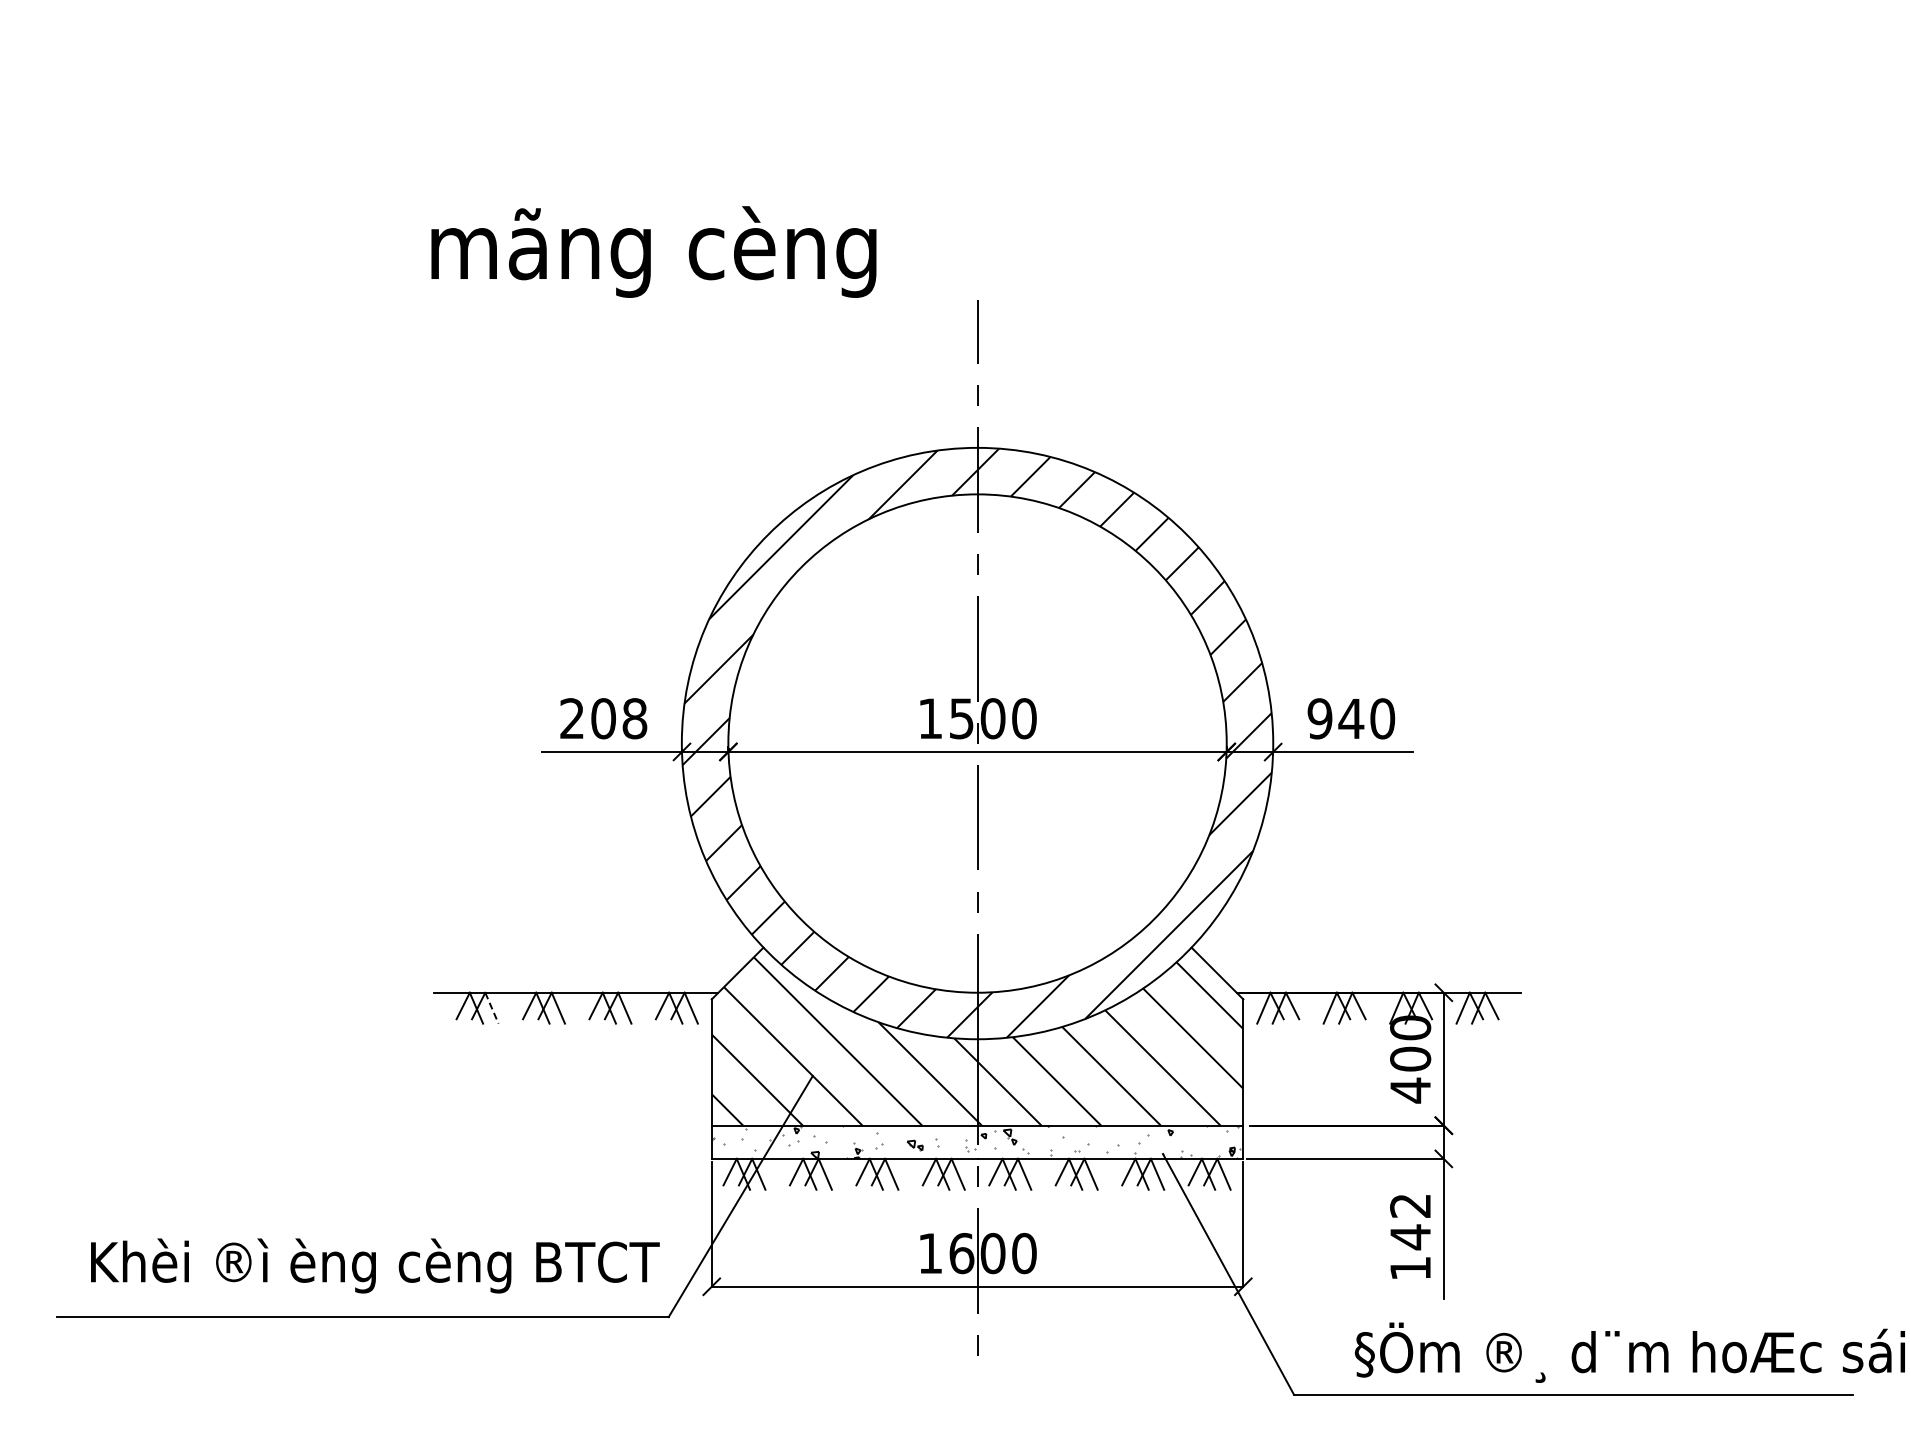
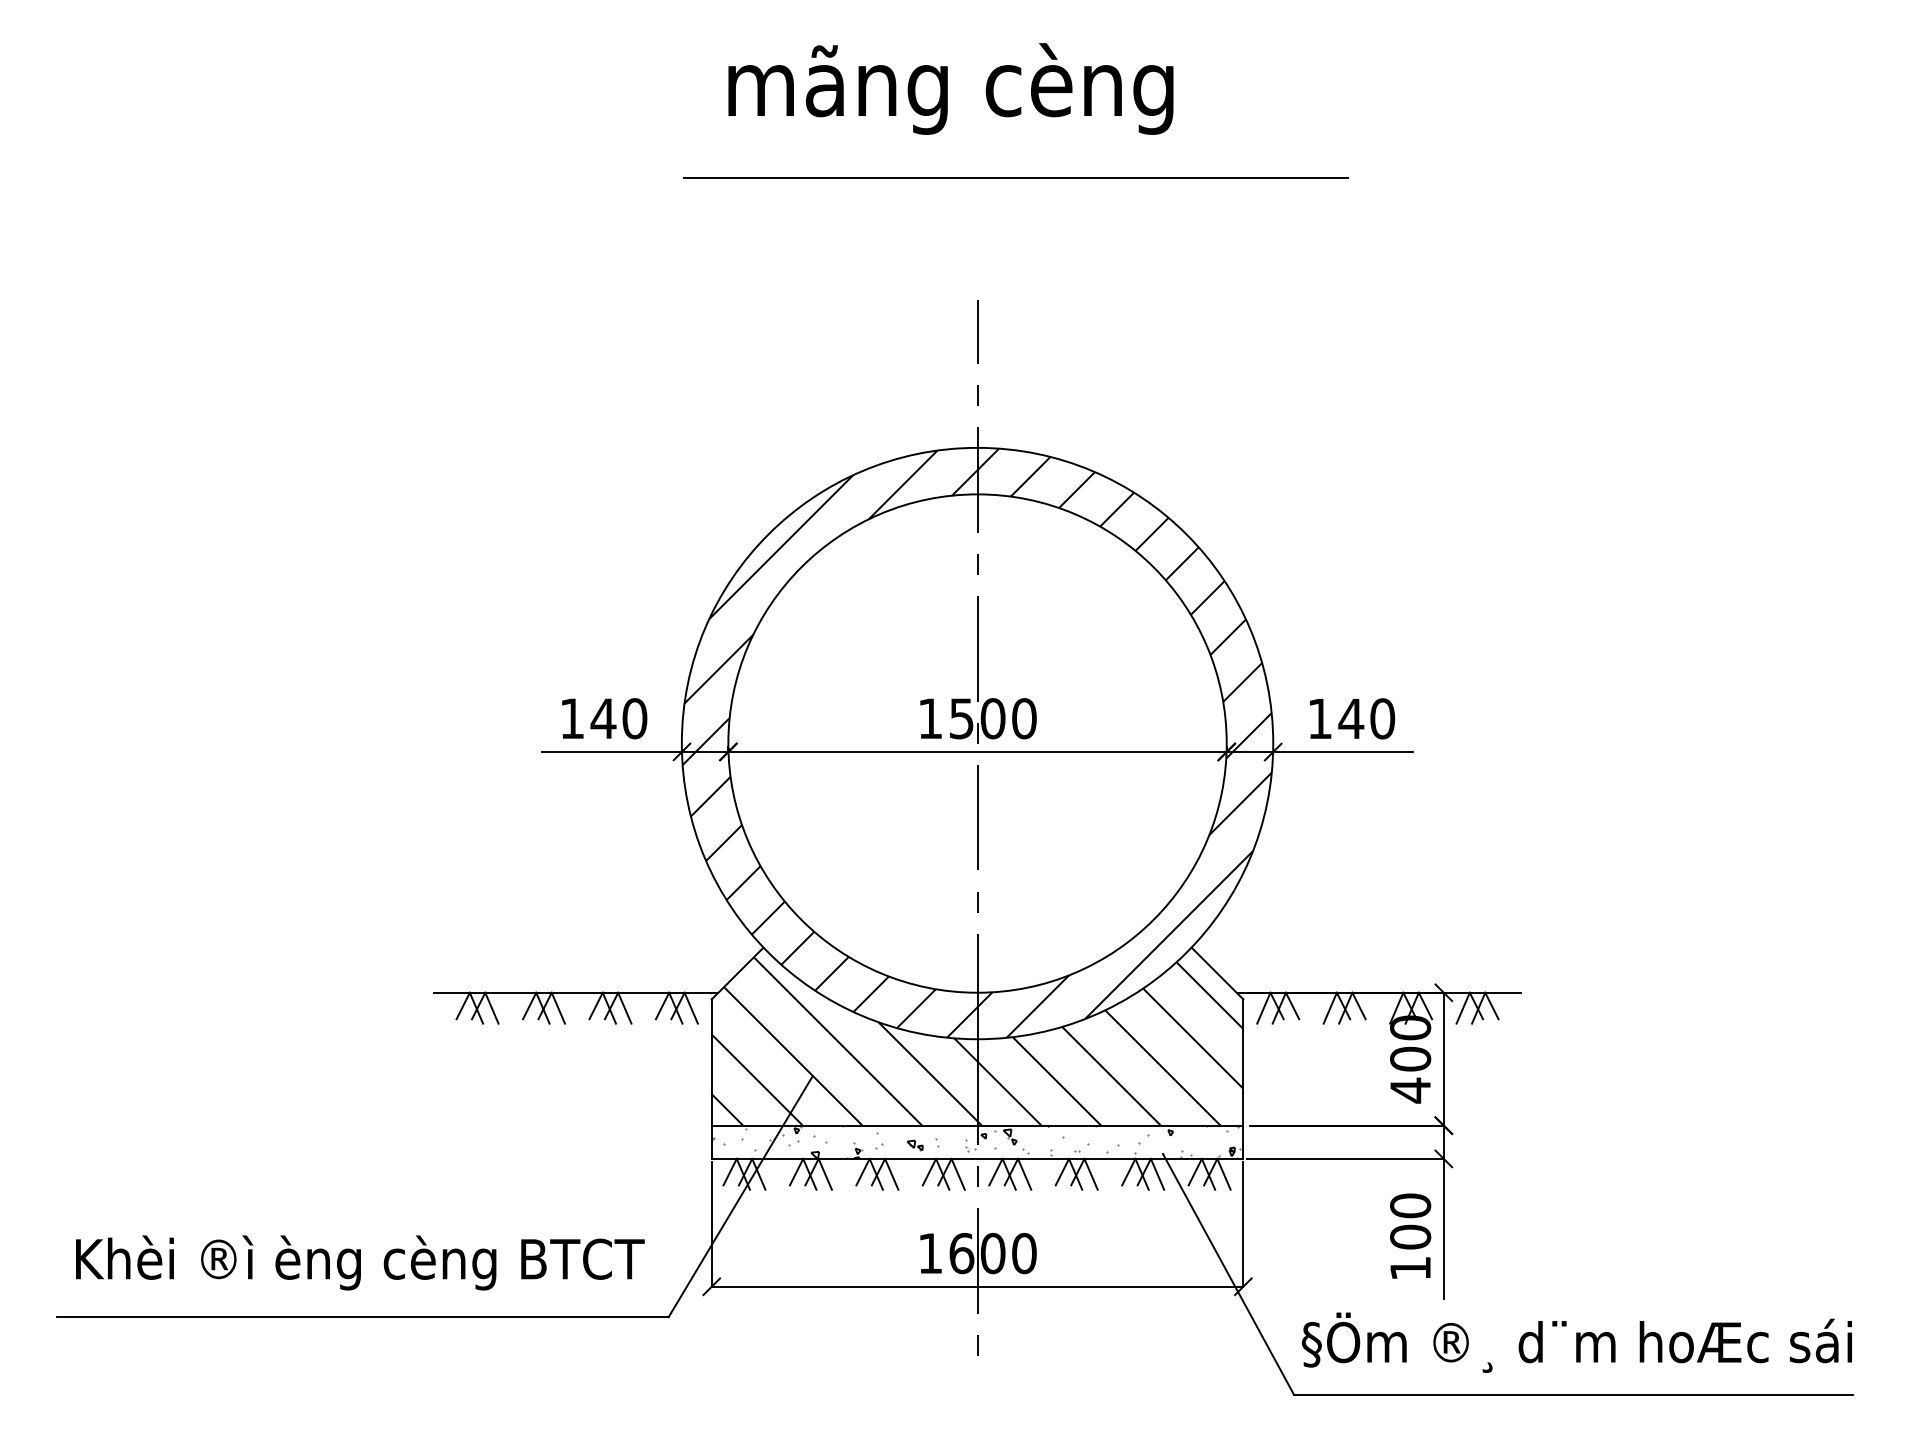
line at (1015, 178): none -> present
text at (653, 251) position: (653, 251) -> (950, 88)
text at (603, 718): 208 -> 140
text at (1319, 718): 940 -> 140
line at (491, 1008): dashed -> solid
text at (1410, 1221): 142 -> 100
text at (375, 1265) position: (375, 1265) -> (360, 1262)
text at (1629, 1352) position: (1629, 1352) -> (1576, 1342)
